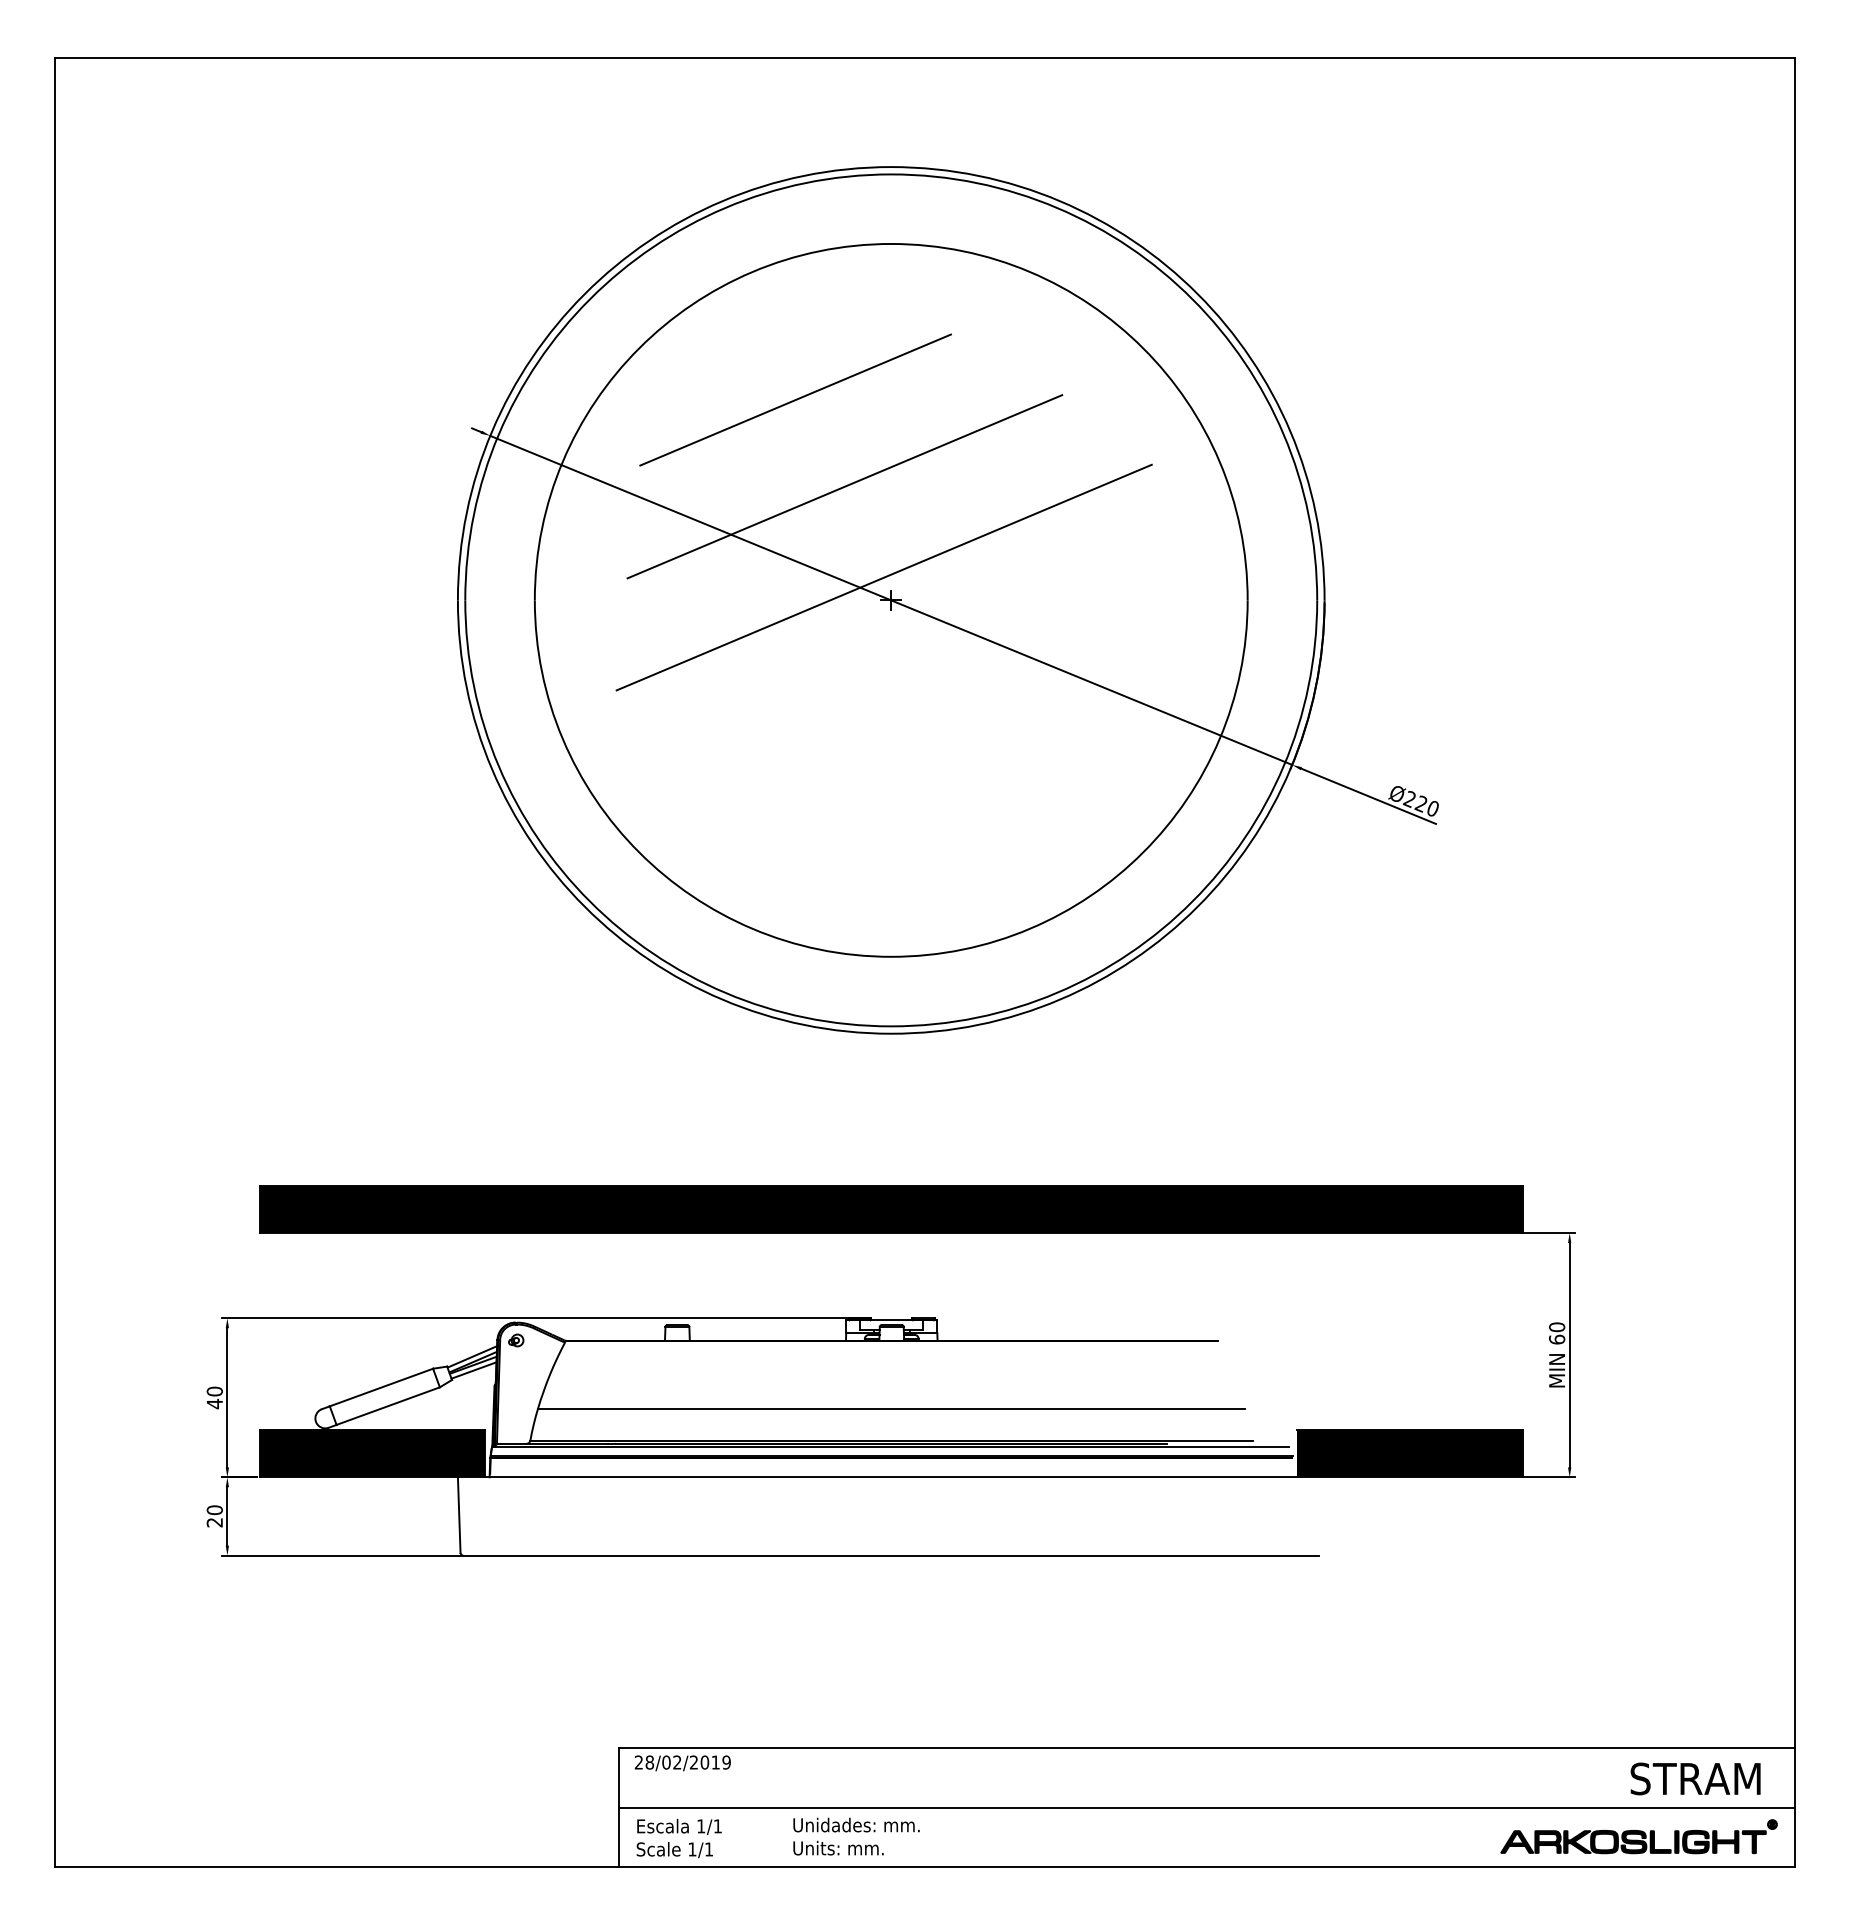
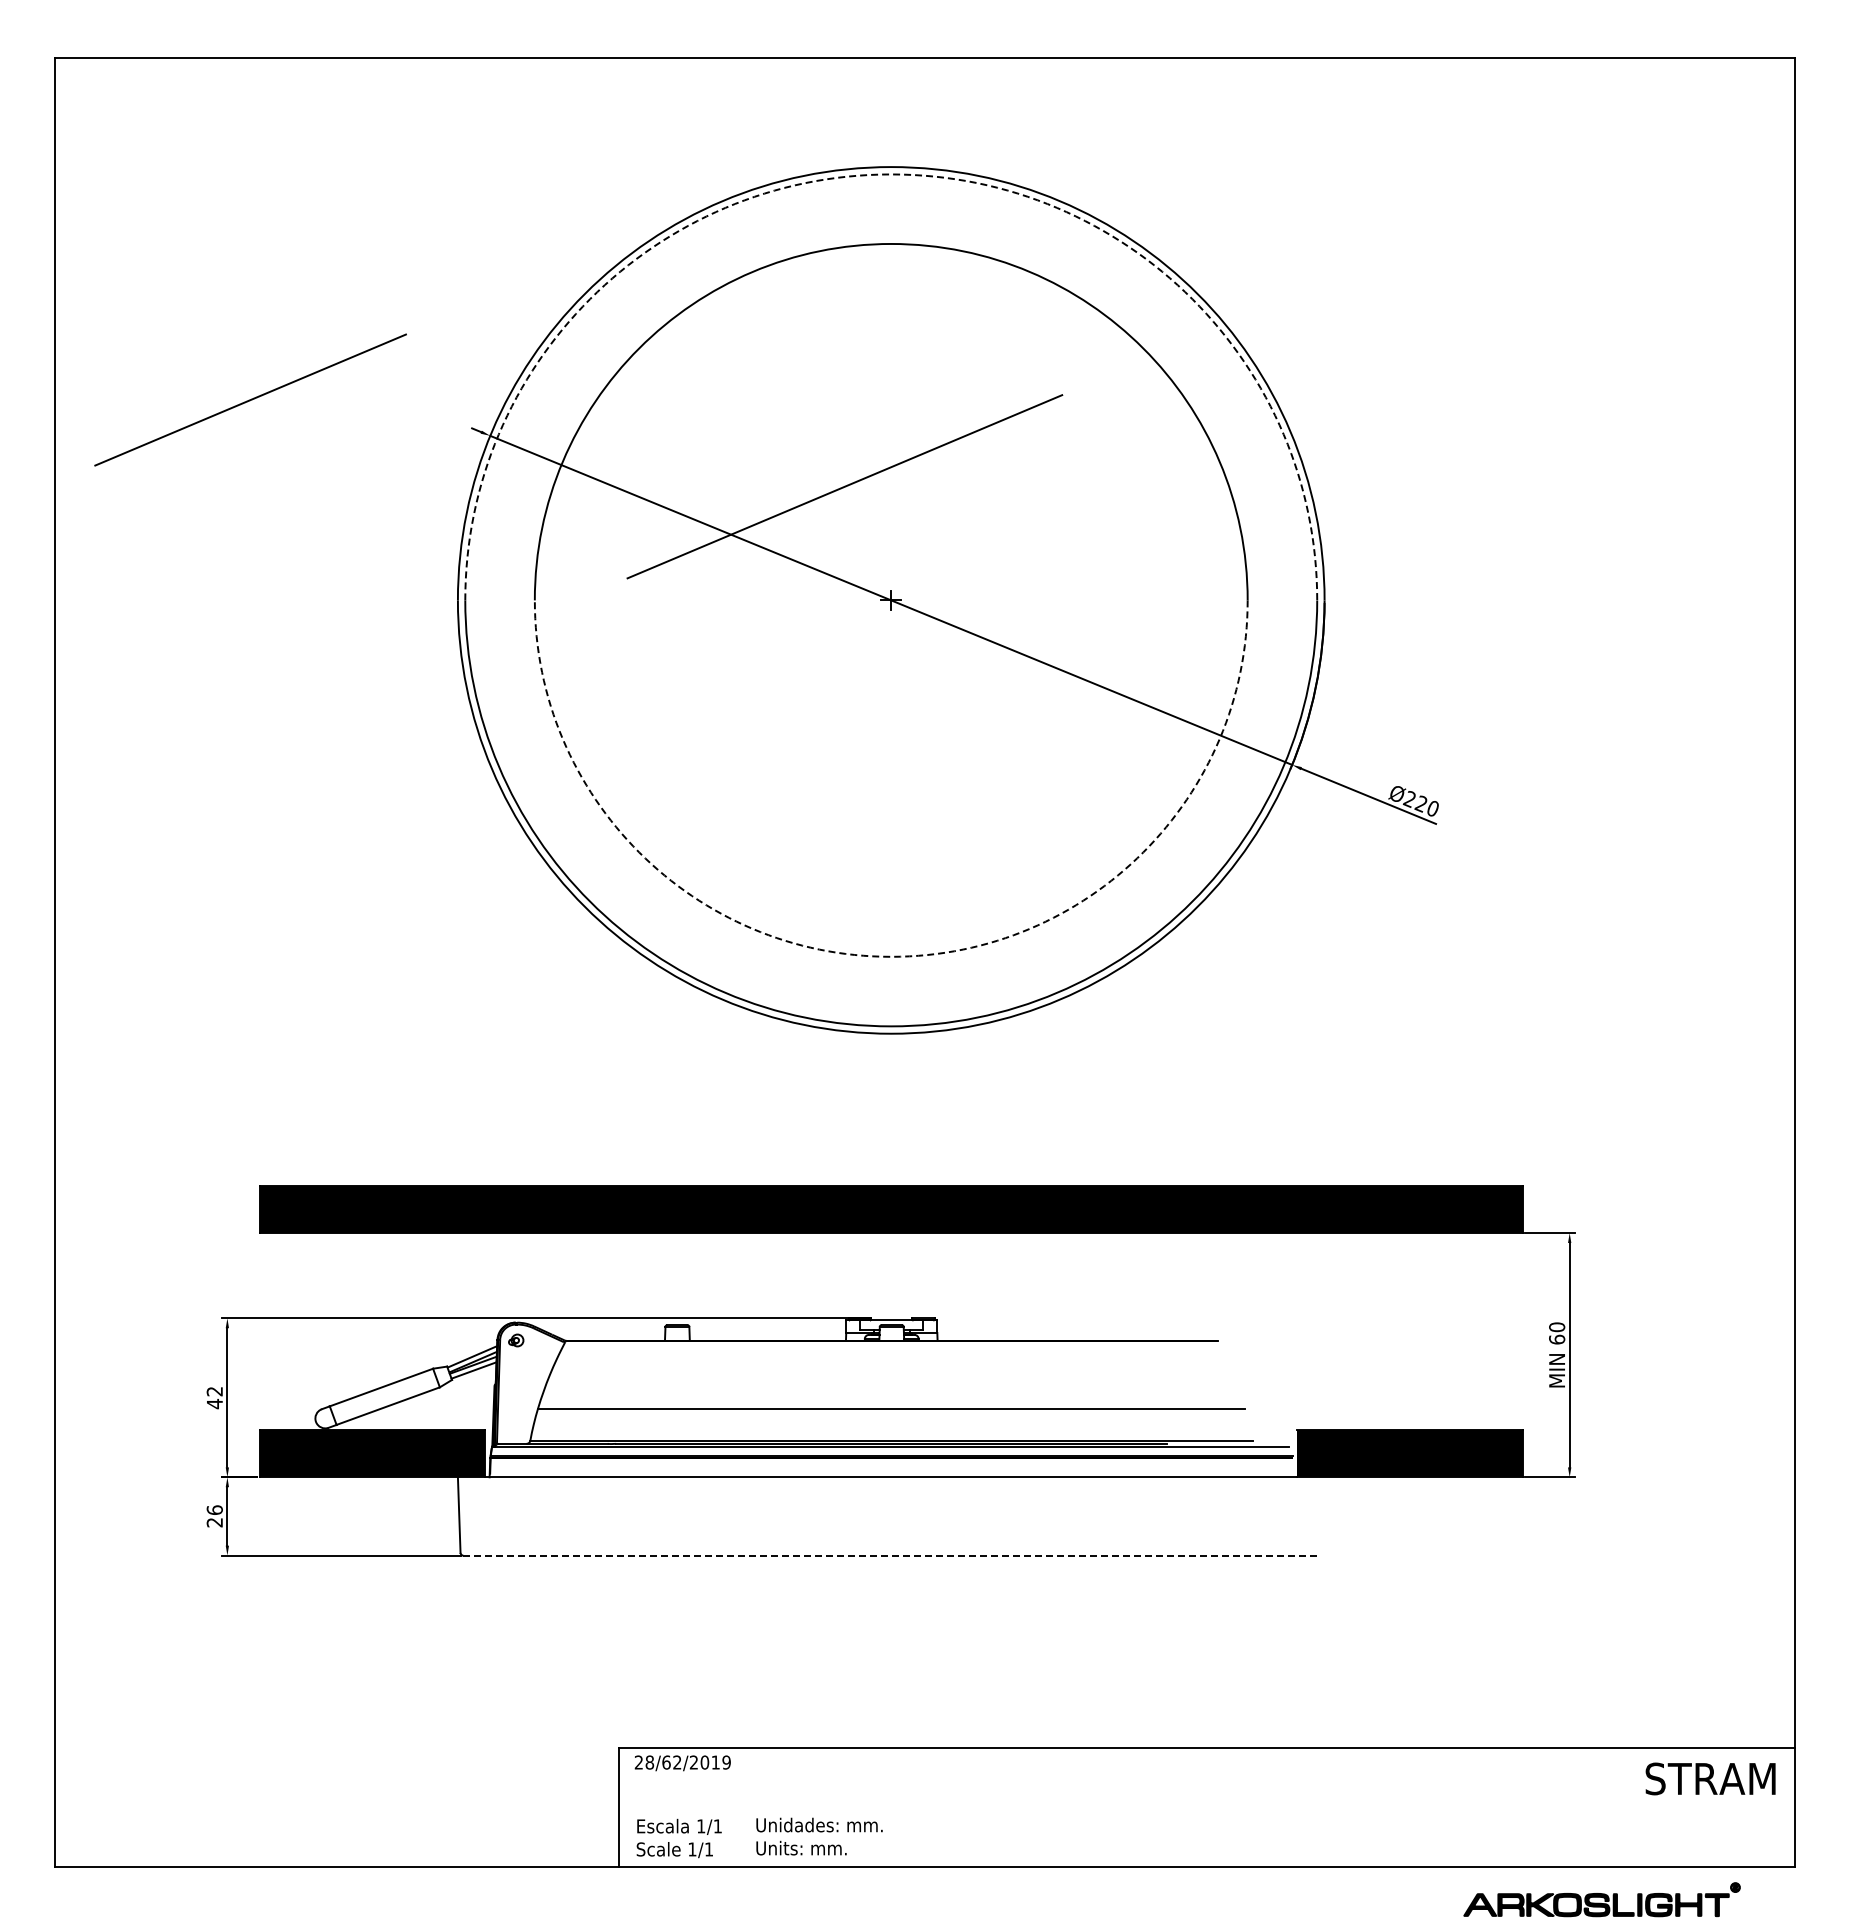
arc at (891, 174): solid -> dashed
line at (795, 399) position: (795, 399) -> (250, 399)
line at (883, 577): present -> none
arc at (891, 956): solid -> dashed
text at (214, 1391): 40 -> 42
text at (214, 1509): 20 -> 26
line at (891, 1555): solid -> dashed
text at (666, 1762): 28/02/2019 -> 28/62/2019
text at (1695, 1778) position: (1695, 1778) -> (1710, 1778)
line at (1206, 1807): present -> none
text at (856, 1836) position: (856, 1836) -> (819, 1836)
part at (1638, 1836) position: (1638, 1836) -> (1601, 1899)
